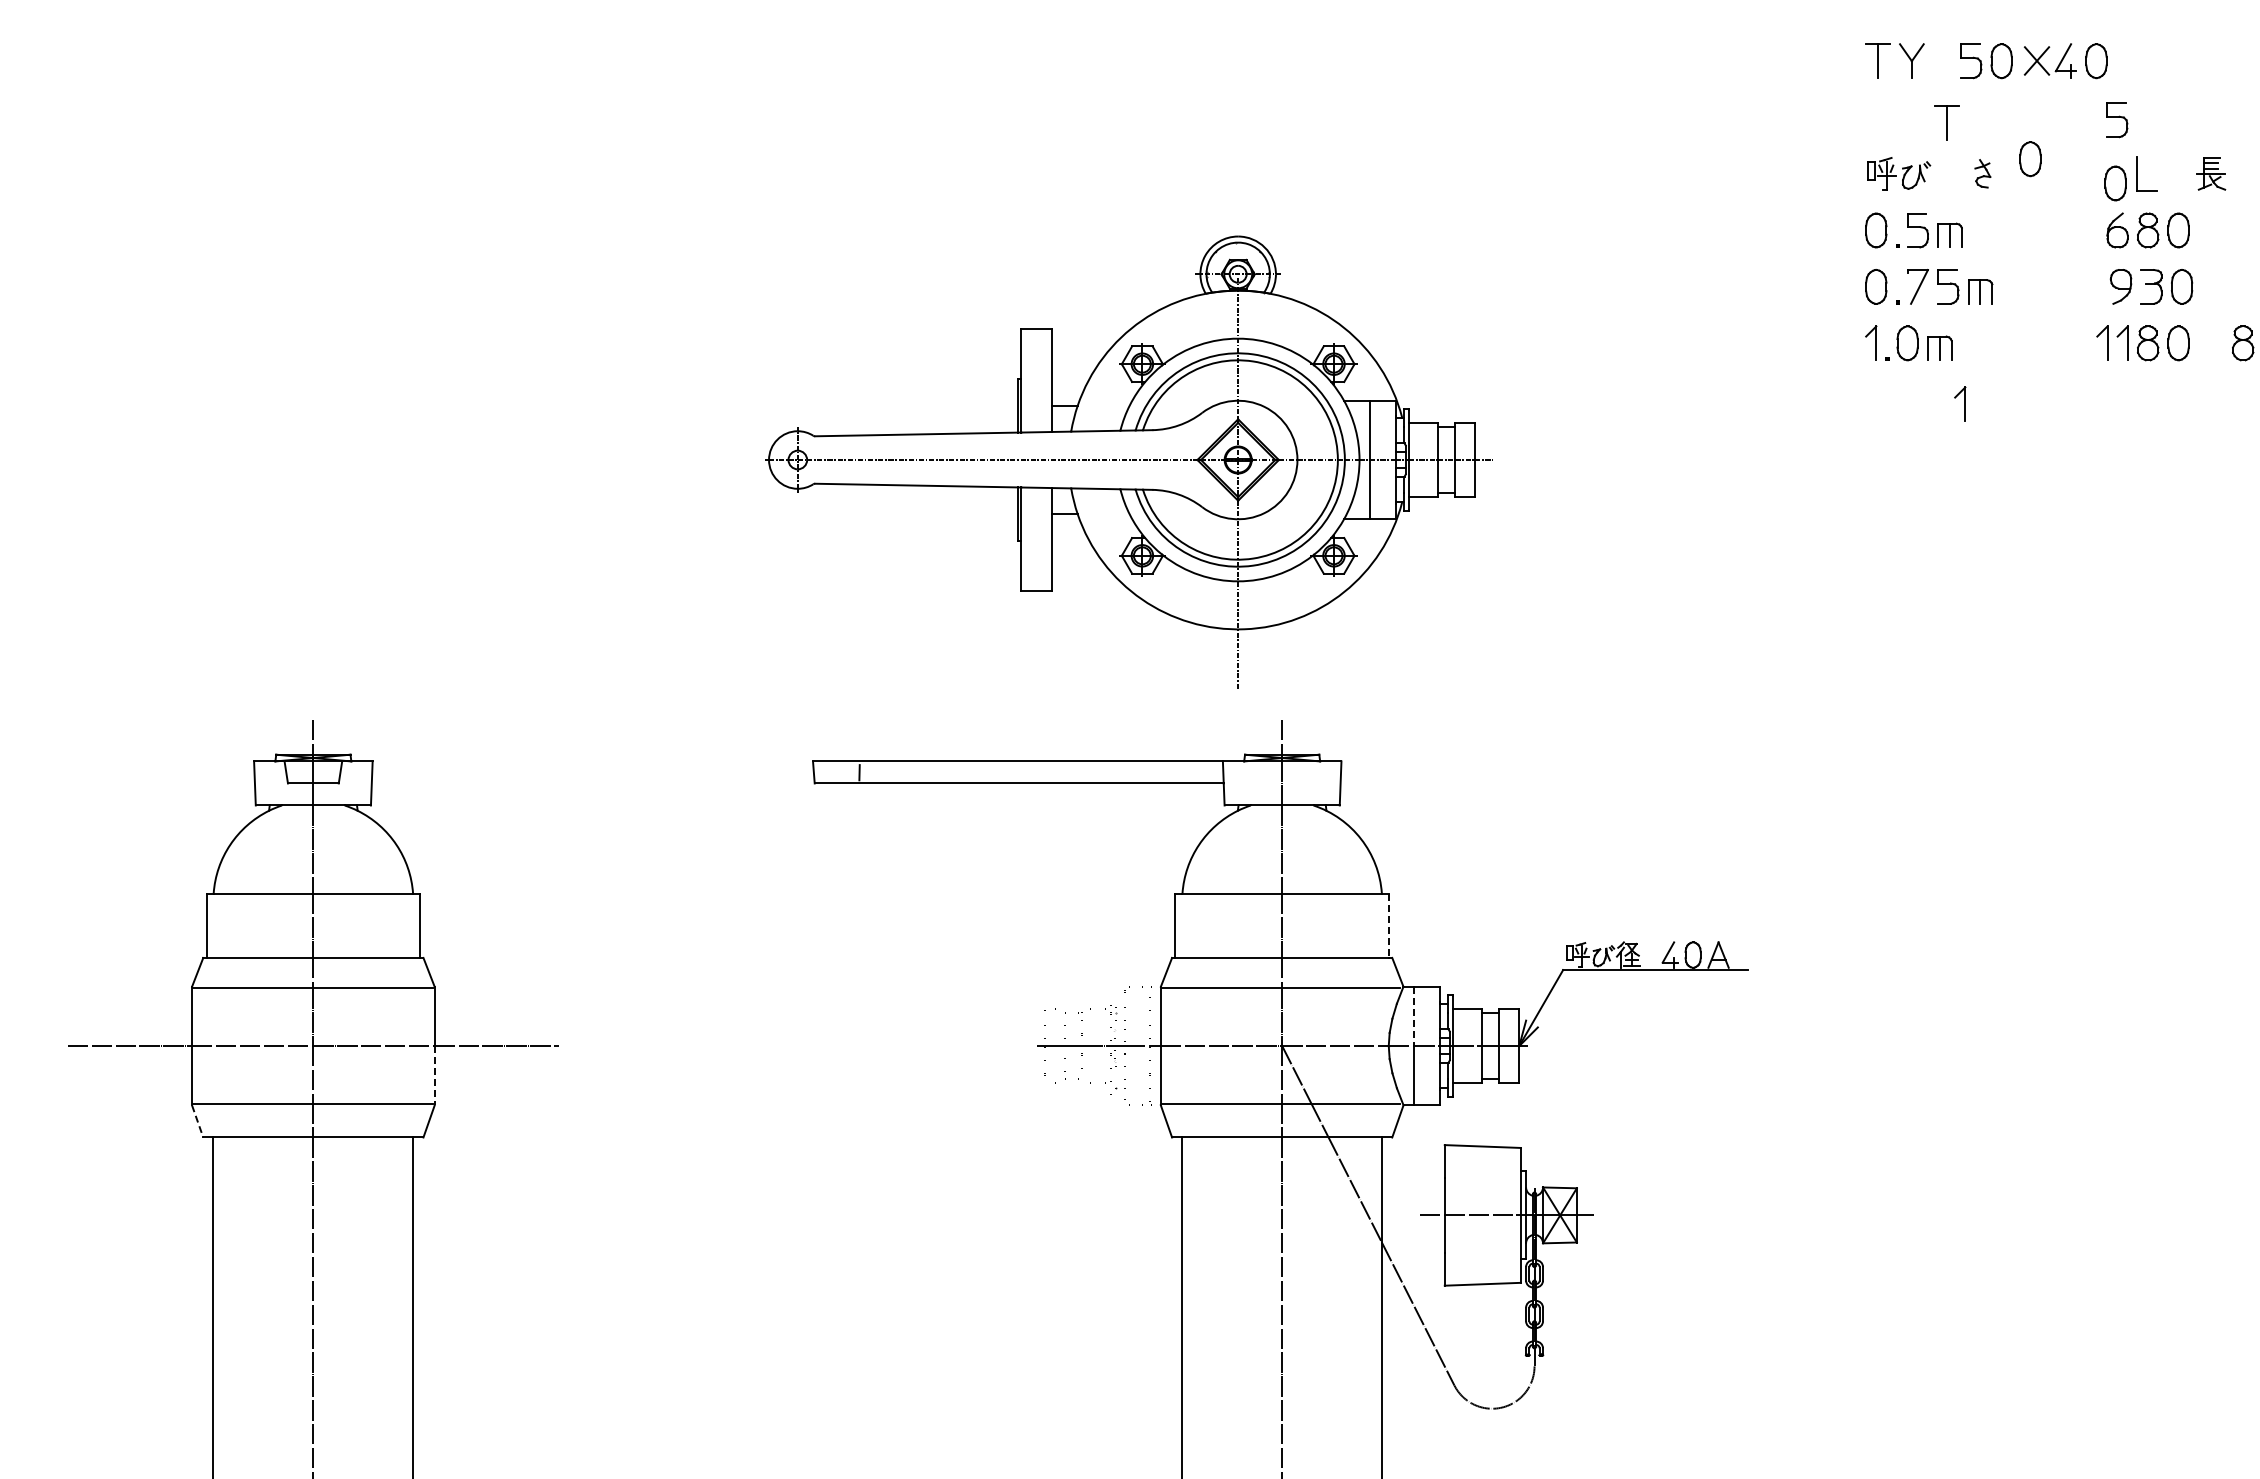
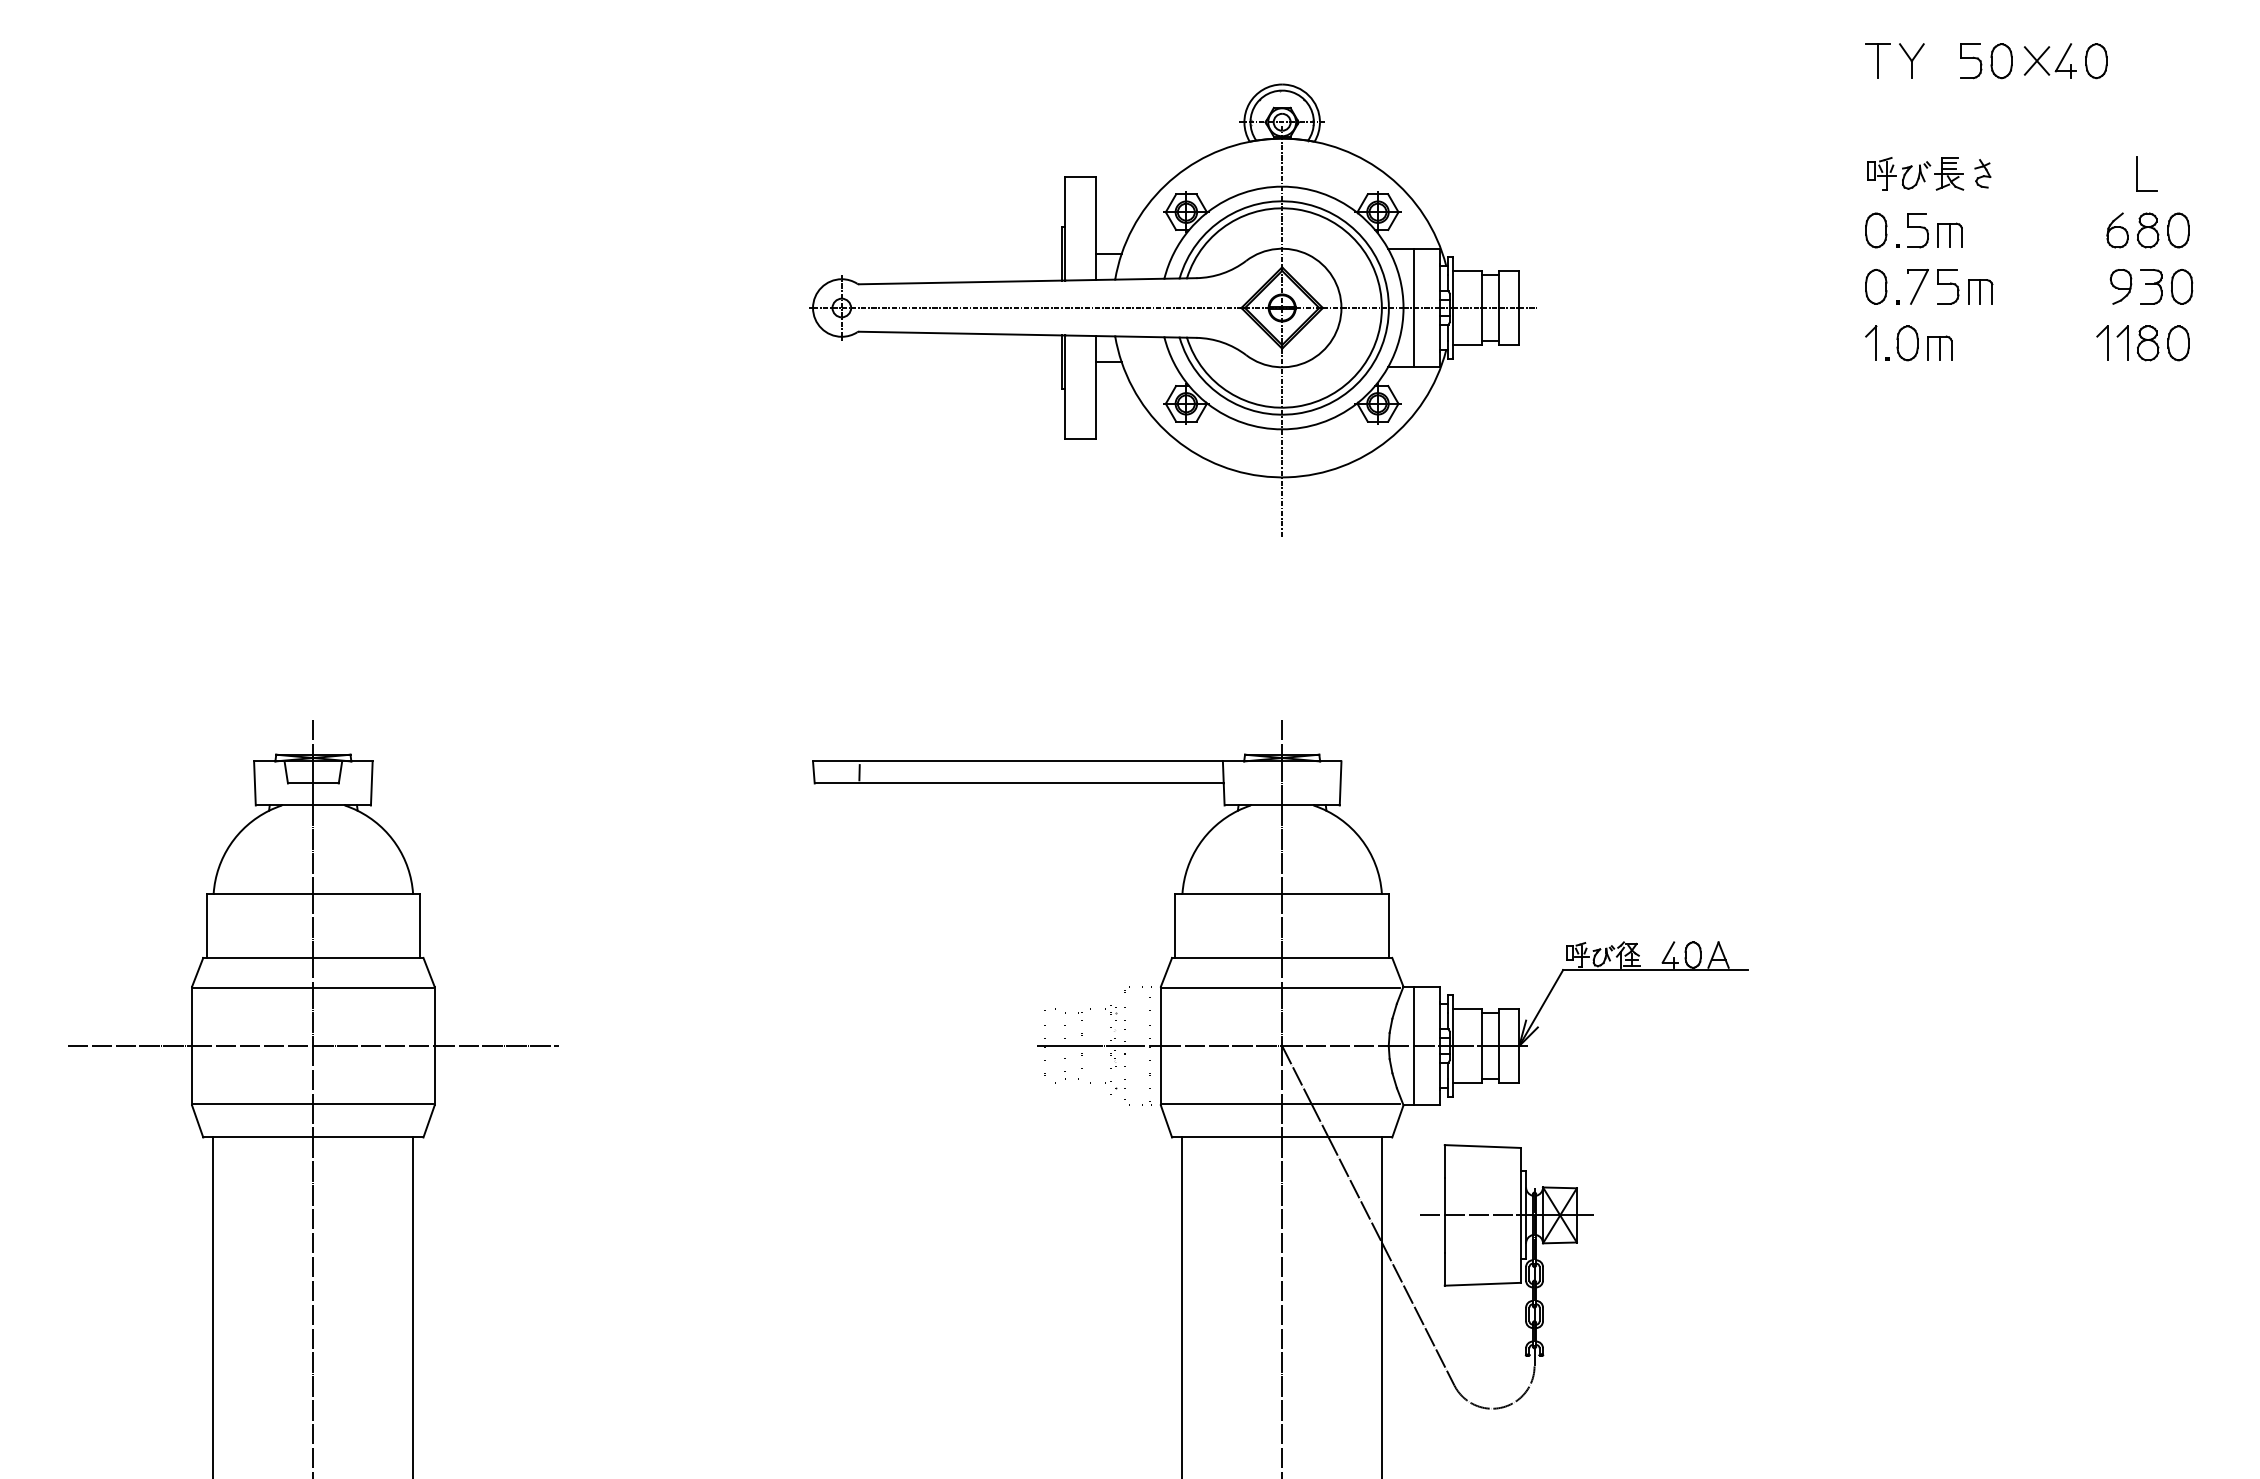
part at (2117, 120): present -> none
part at (1946, 122): present -> none
part at (2030, 159): present -> none
part at (2211, 173) position: (2211, 173) -> (1949, 173)
part at (2115, 183): present -> none
part at (2243, 343): present -> none
part at (1960, 403): present -> none
part at (1128, 461) position: (1128, 461) -> (1172, 309)
line at (1388, 926): dashed -> solid
line at (1414, 1016): dashed -> solid
line at (434, 1075): dashed -> solid
line at (197, 1121): dashed -> solid
